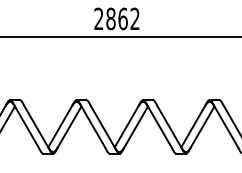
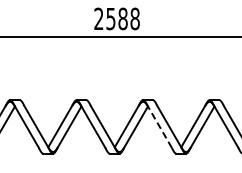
text at (122, 18): 2862 -> 2588
line at (159, 126): solid -> dashed
